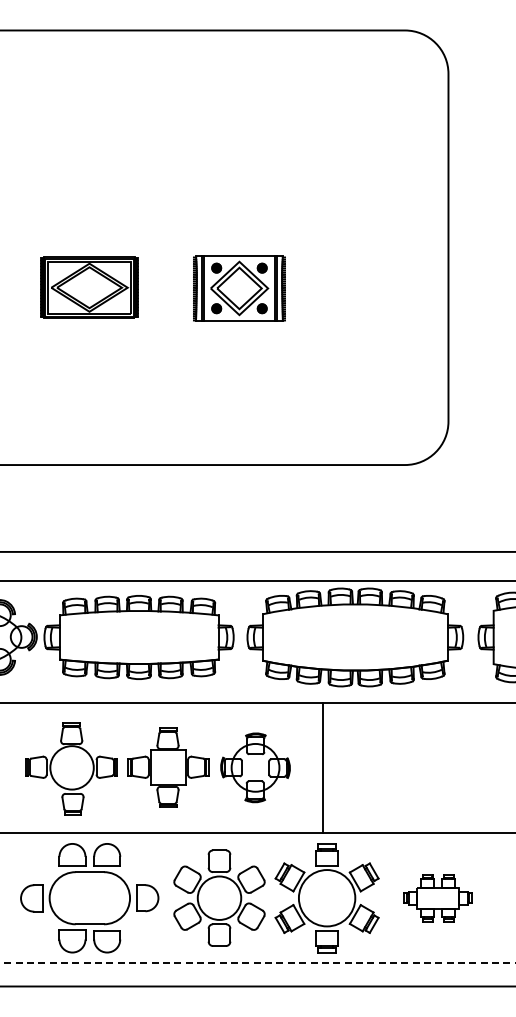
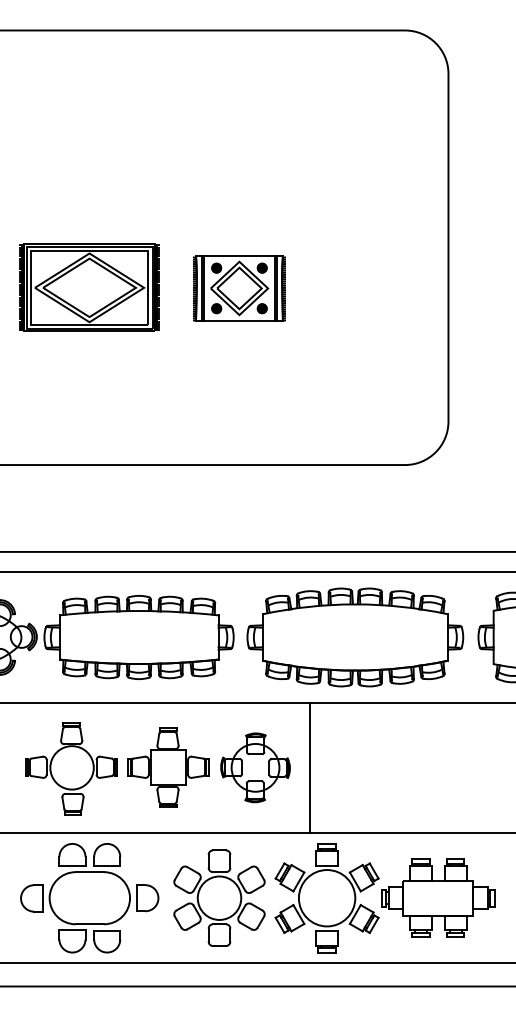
part at (89, 287) size: 99x63 px -> 141x89 px
line at (257, 581) position: (257, 581) -> (257, 572)
line at (322, 767) position: (322, 767) -> (309, 767)
part at (437, 898) size: 70x49 px -> 115x80 px
line at (257, 963): dashed -> solid
